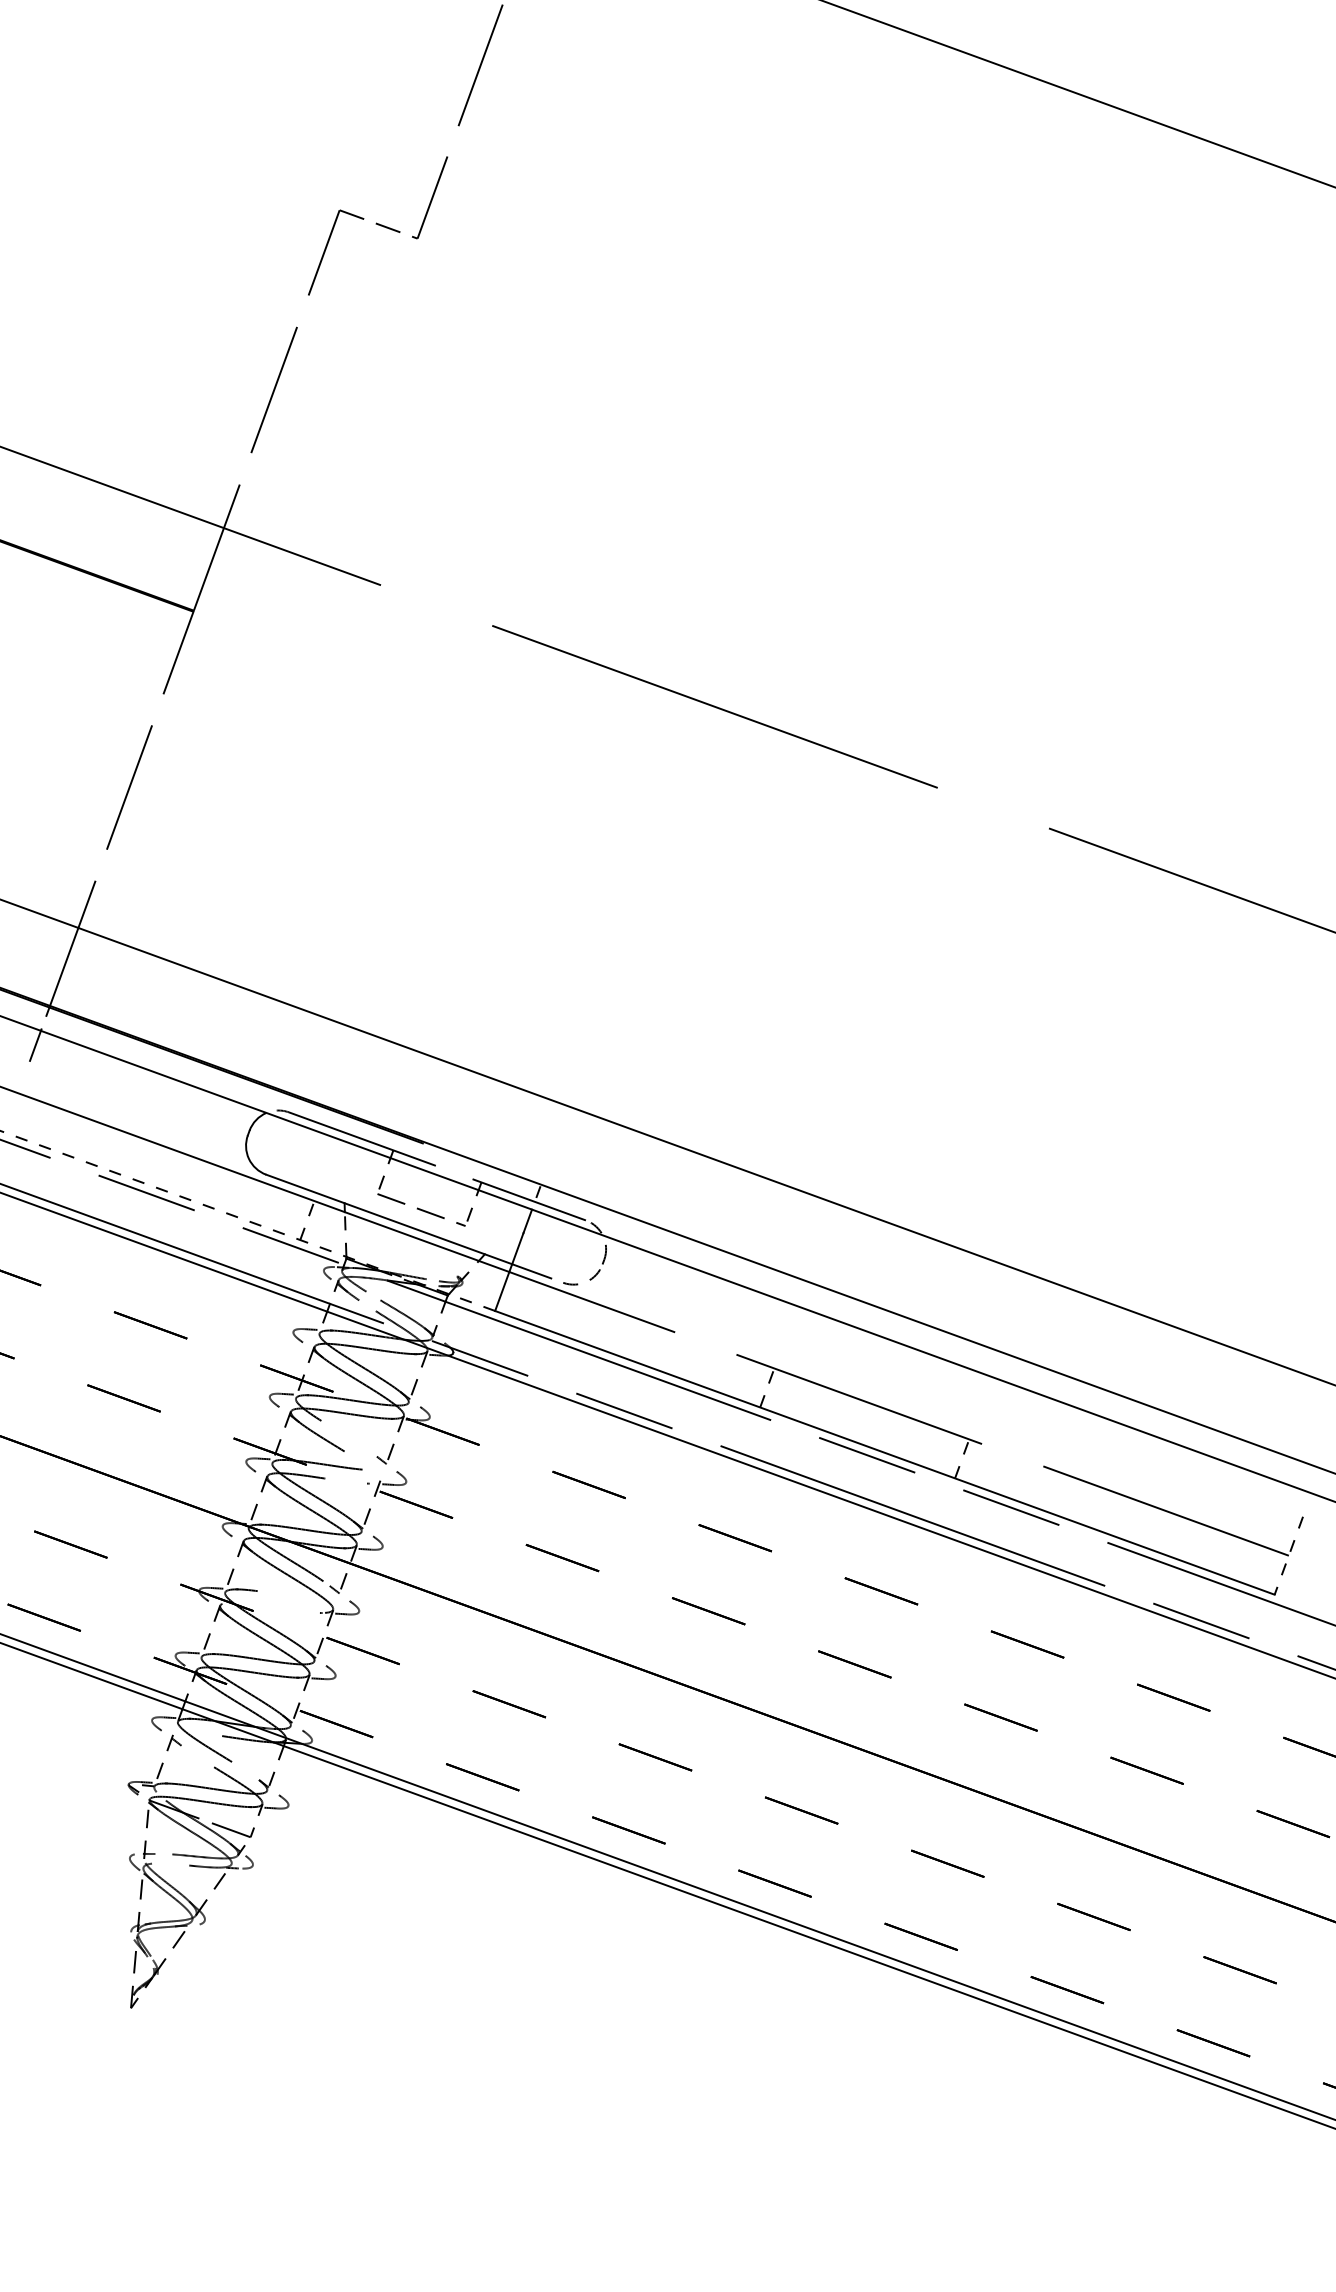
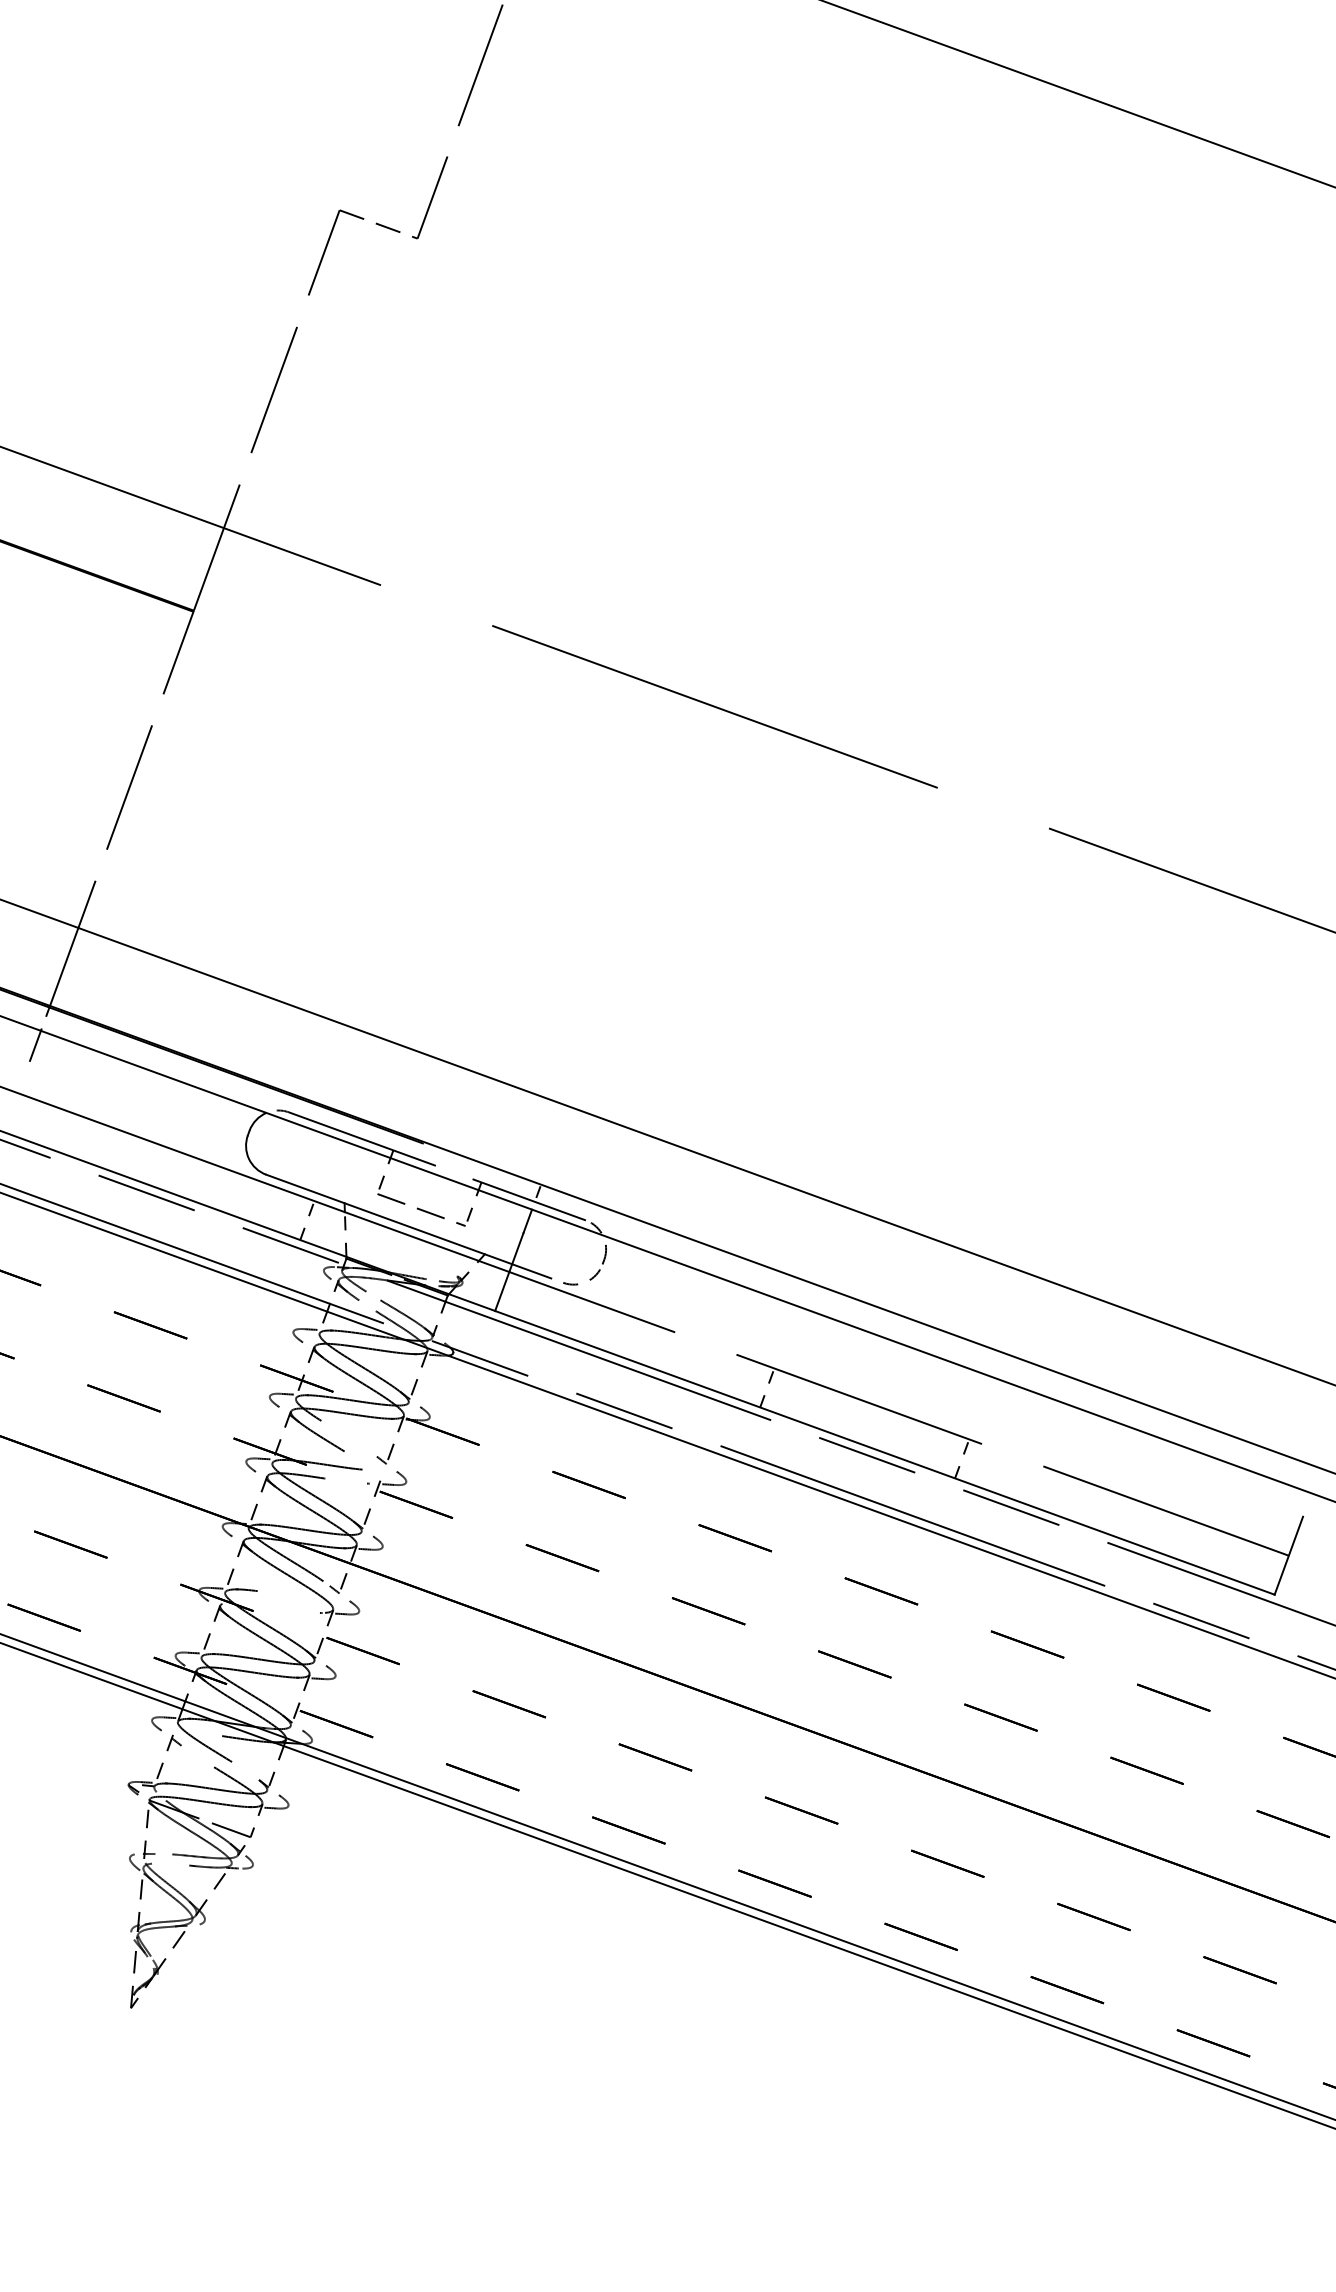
line at (247, 1220): dashed -> solid
line at (1288, 1556): dashed -> solid
